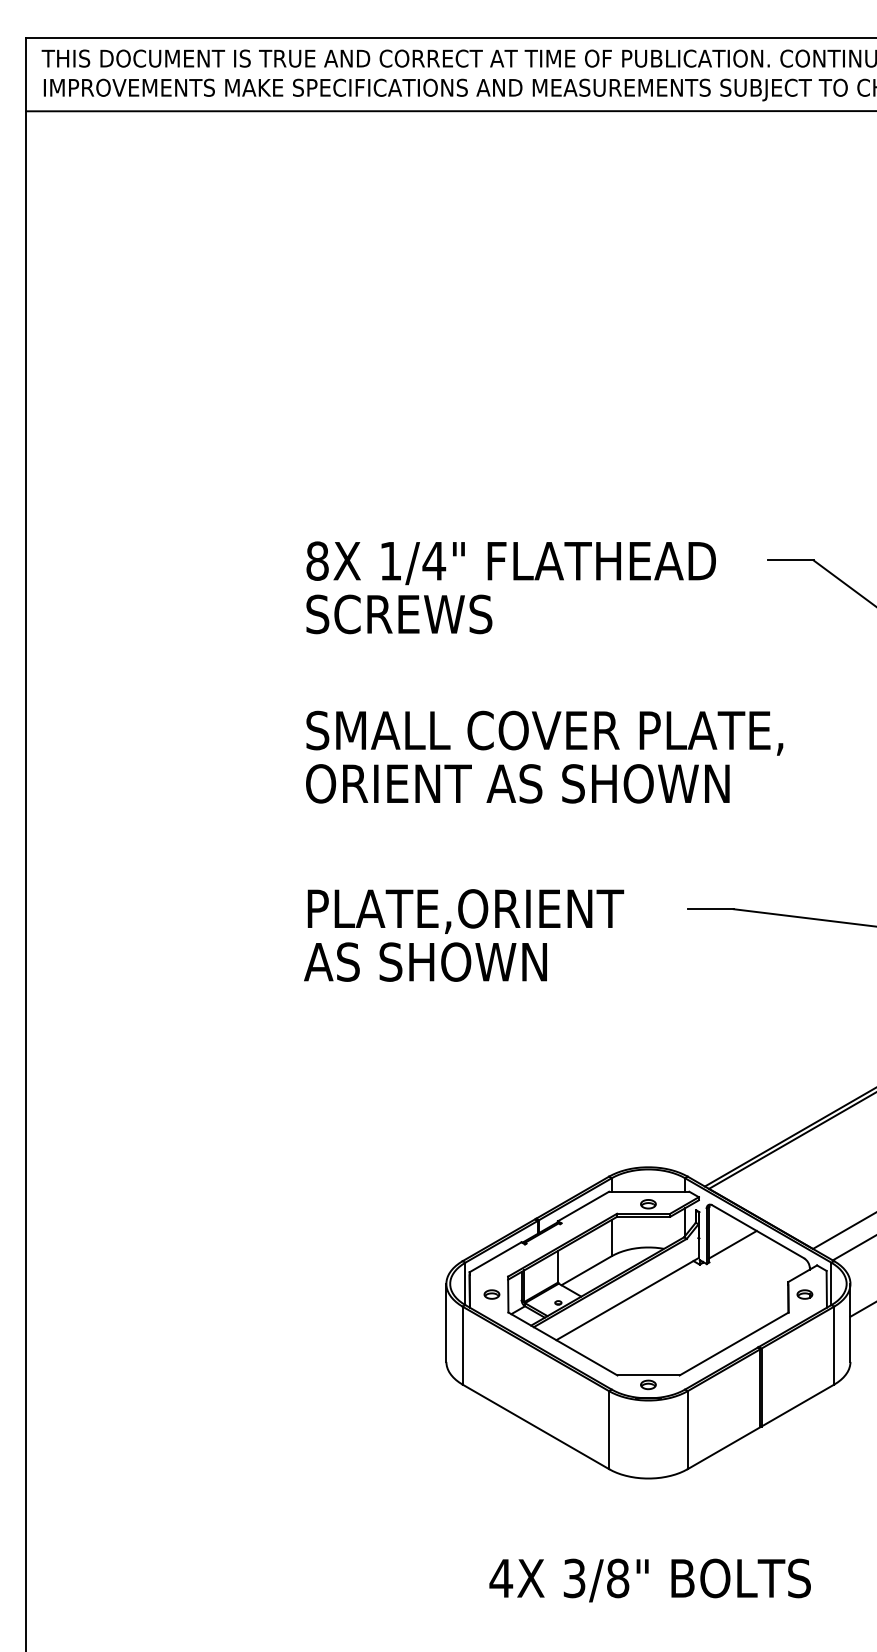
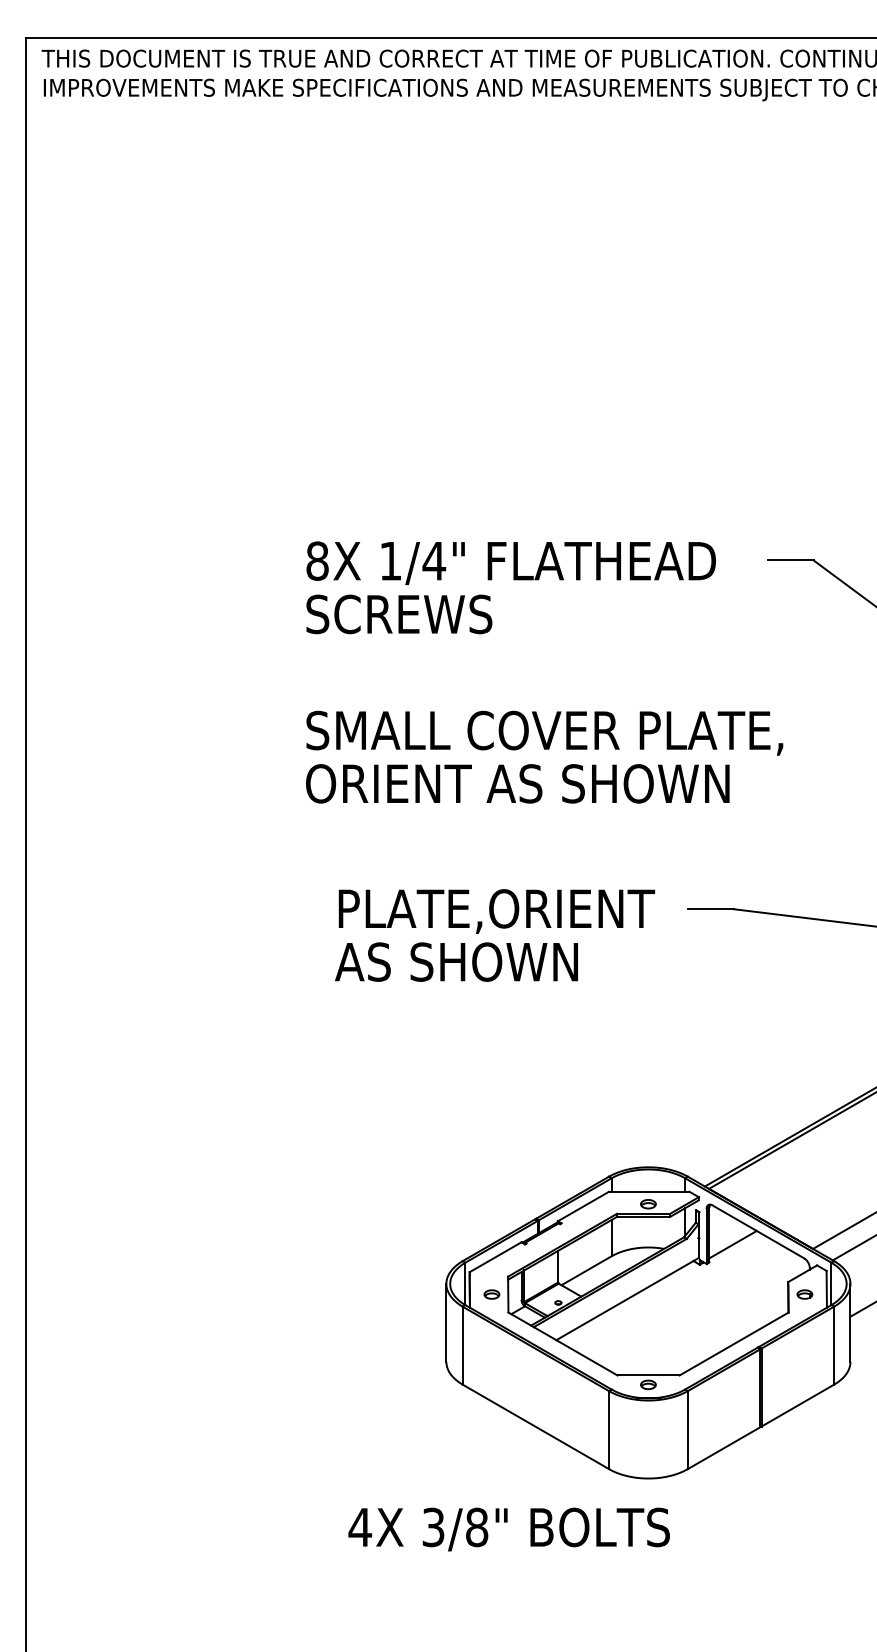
line at (449, 111): present -> none
text at (464, 935) position: (464, 935) -> (495, 935)
text at (649, 1580) position: (649, 1580) -> (508, 1529)
